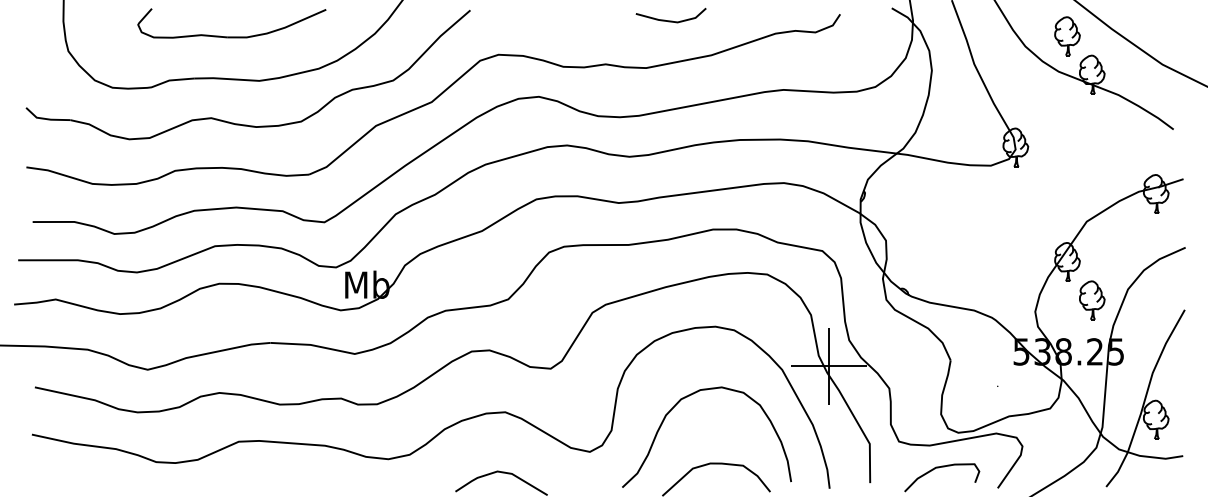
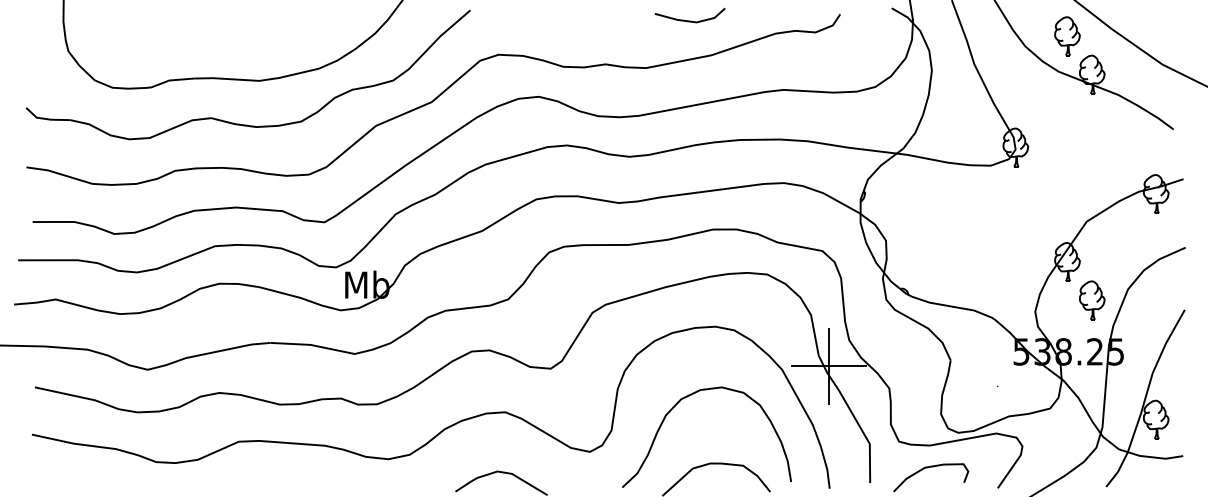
line at (670, 20) position: (670, 20) -> (689, 20)
part at (231, 36): present -> none
curve at (938, 468) position: (938, 468) -> (927, 468)
